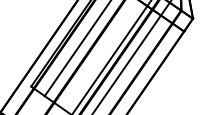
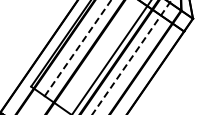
line at (77, 48): solid -> dashed
line at (132, 57): solid -> dashed
